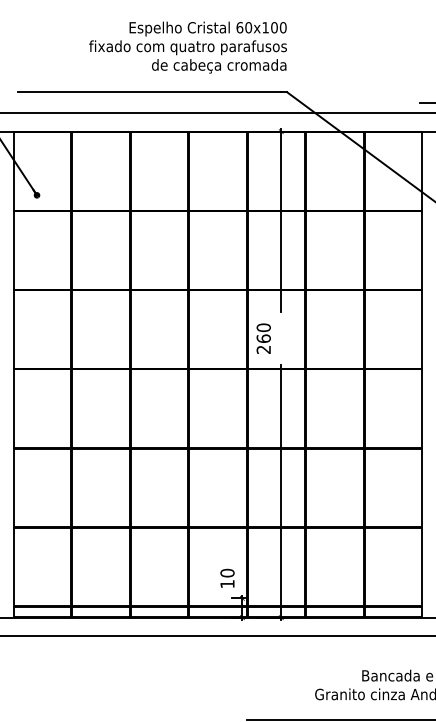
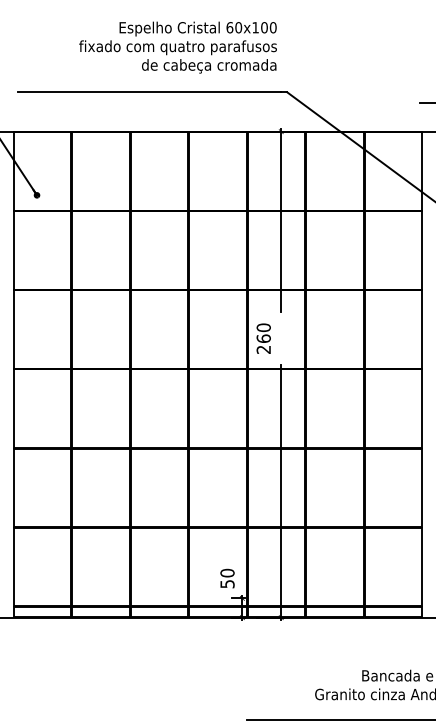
text at (187, 47) position: (187, 47) -> (177, 47)
line at (217, 113): present -> none
text at (227, 584): 10 -> 50
line at (217, 636): present -> none
